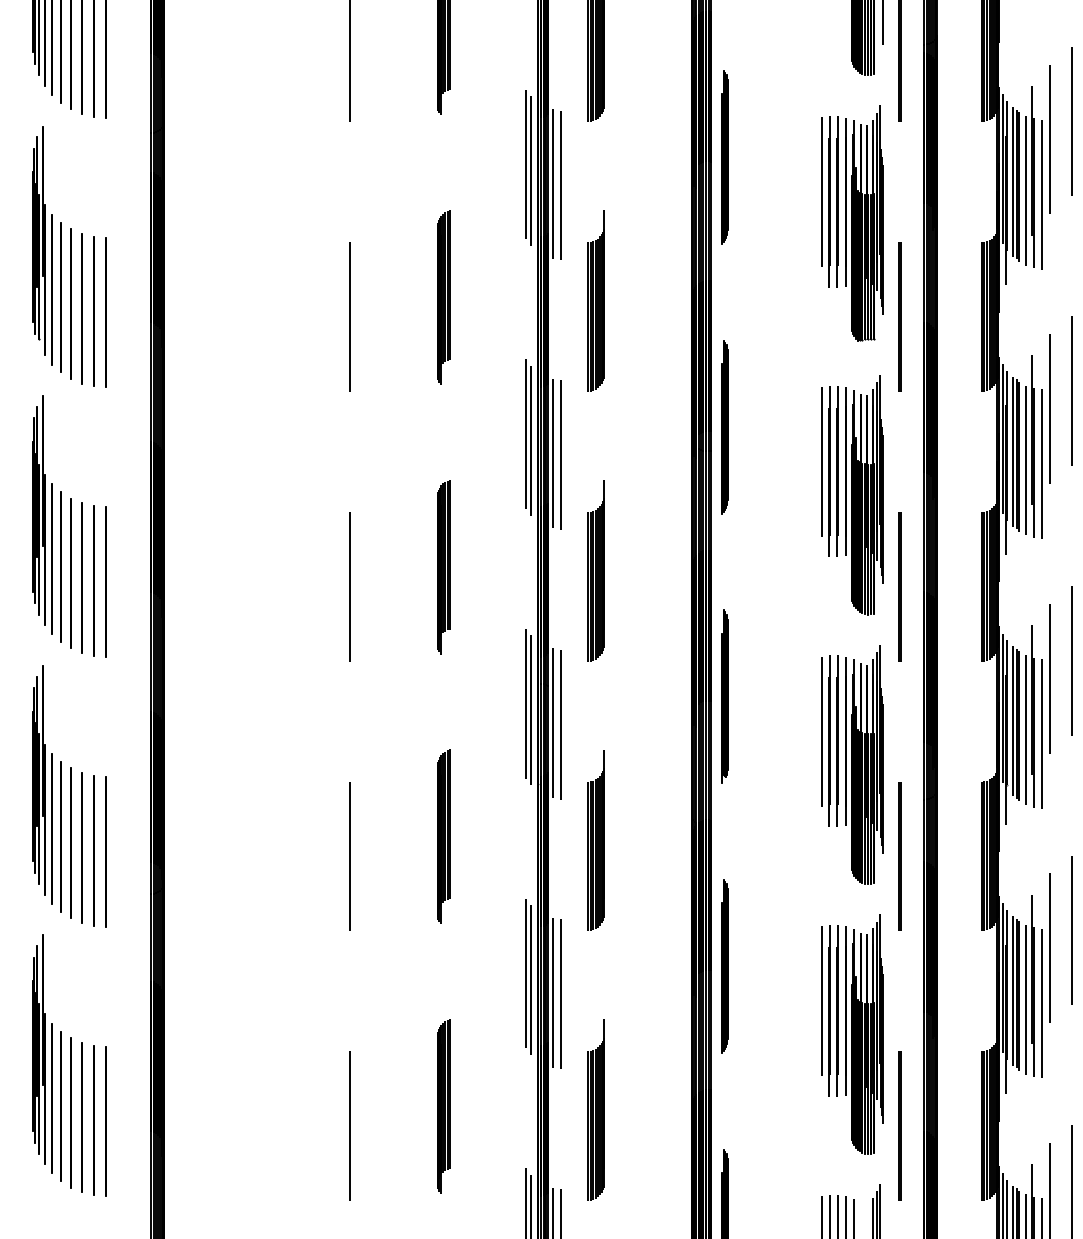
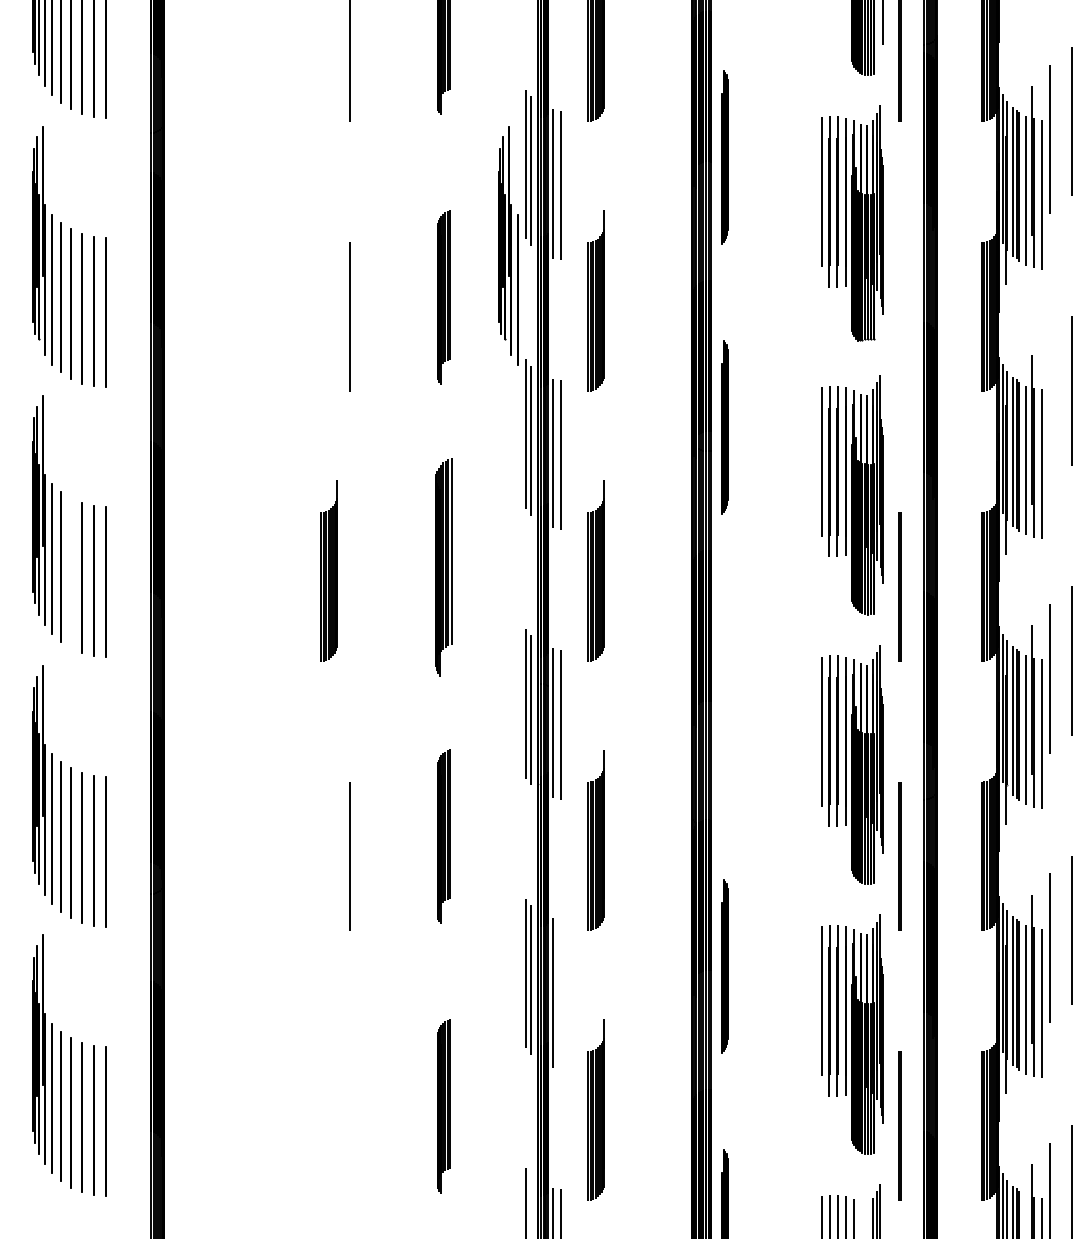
part at (508, 245): none -> present
line at (899, 316): present -> none
line at (1050, 409): present -> none
part at (443, 567) size: 14x175 px -> 18x219 px
part at (328, 570): none -> present
line at (70, 573): present -> none
line at (349, 586): present -> none
part at (724, 696): present -> none
line at (561, 994): present -> none
line at (349, 1126): present -> none
line at (531, 1204): present -> none
line at (1026, 1214): present -> none
